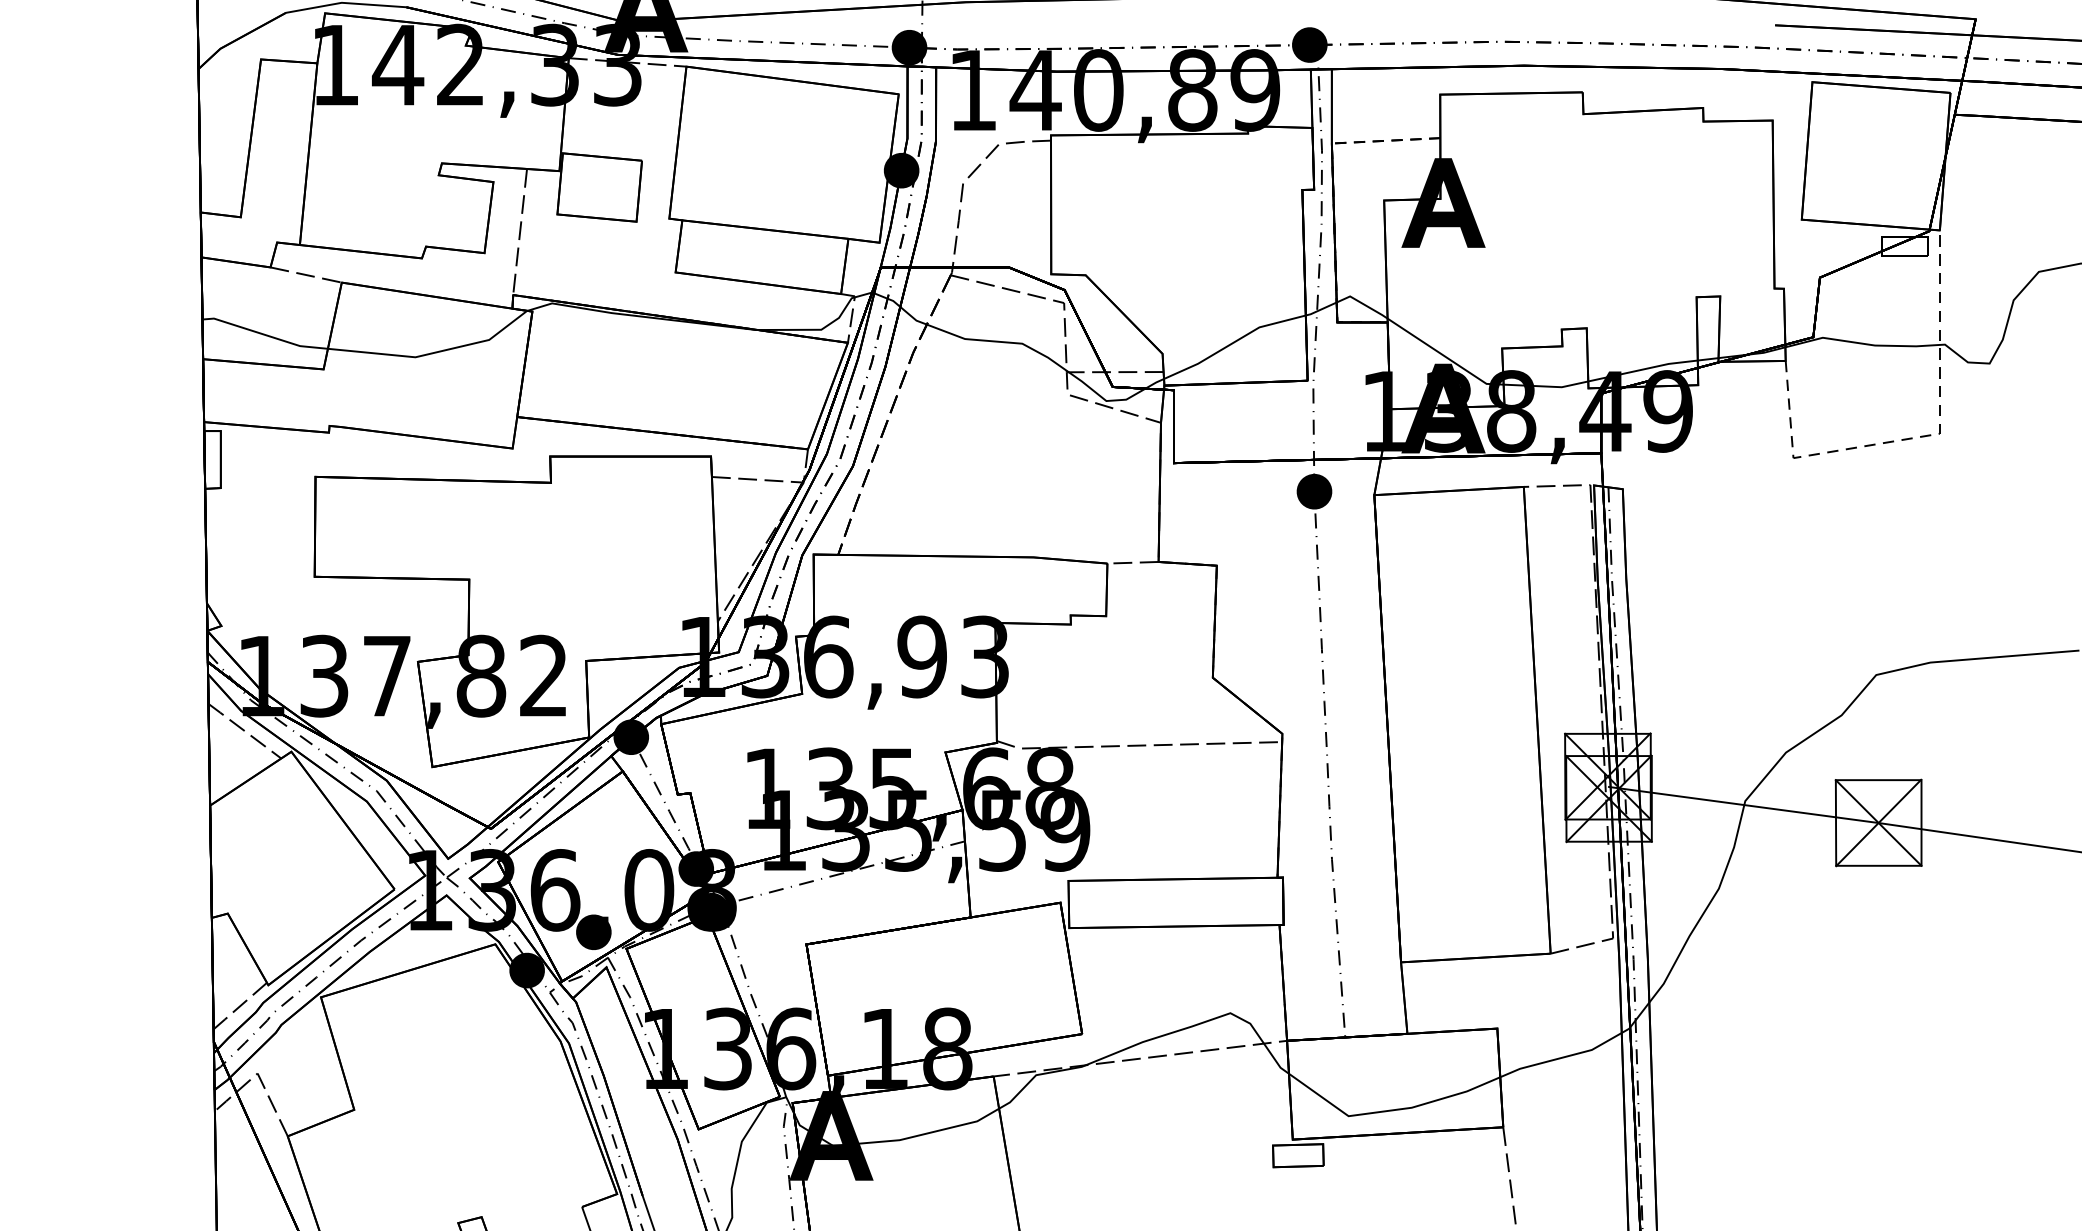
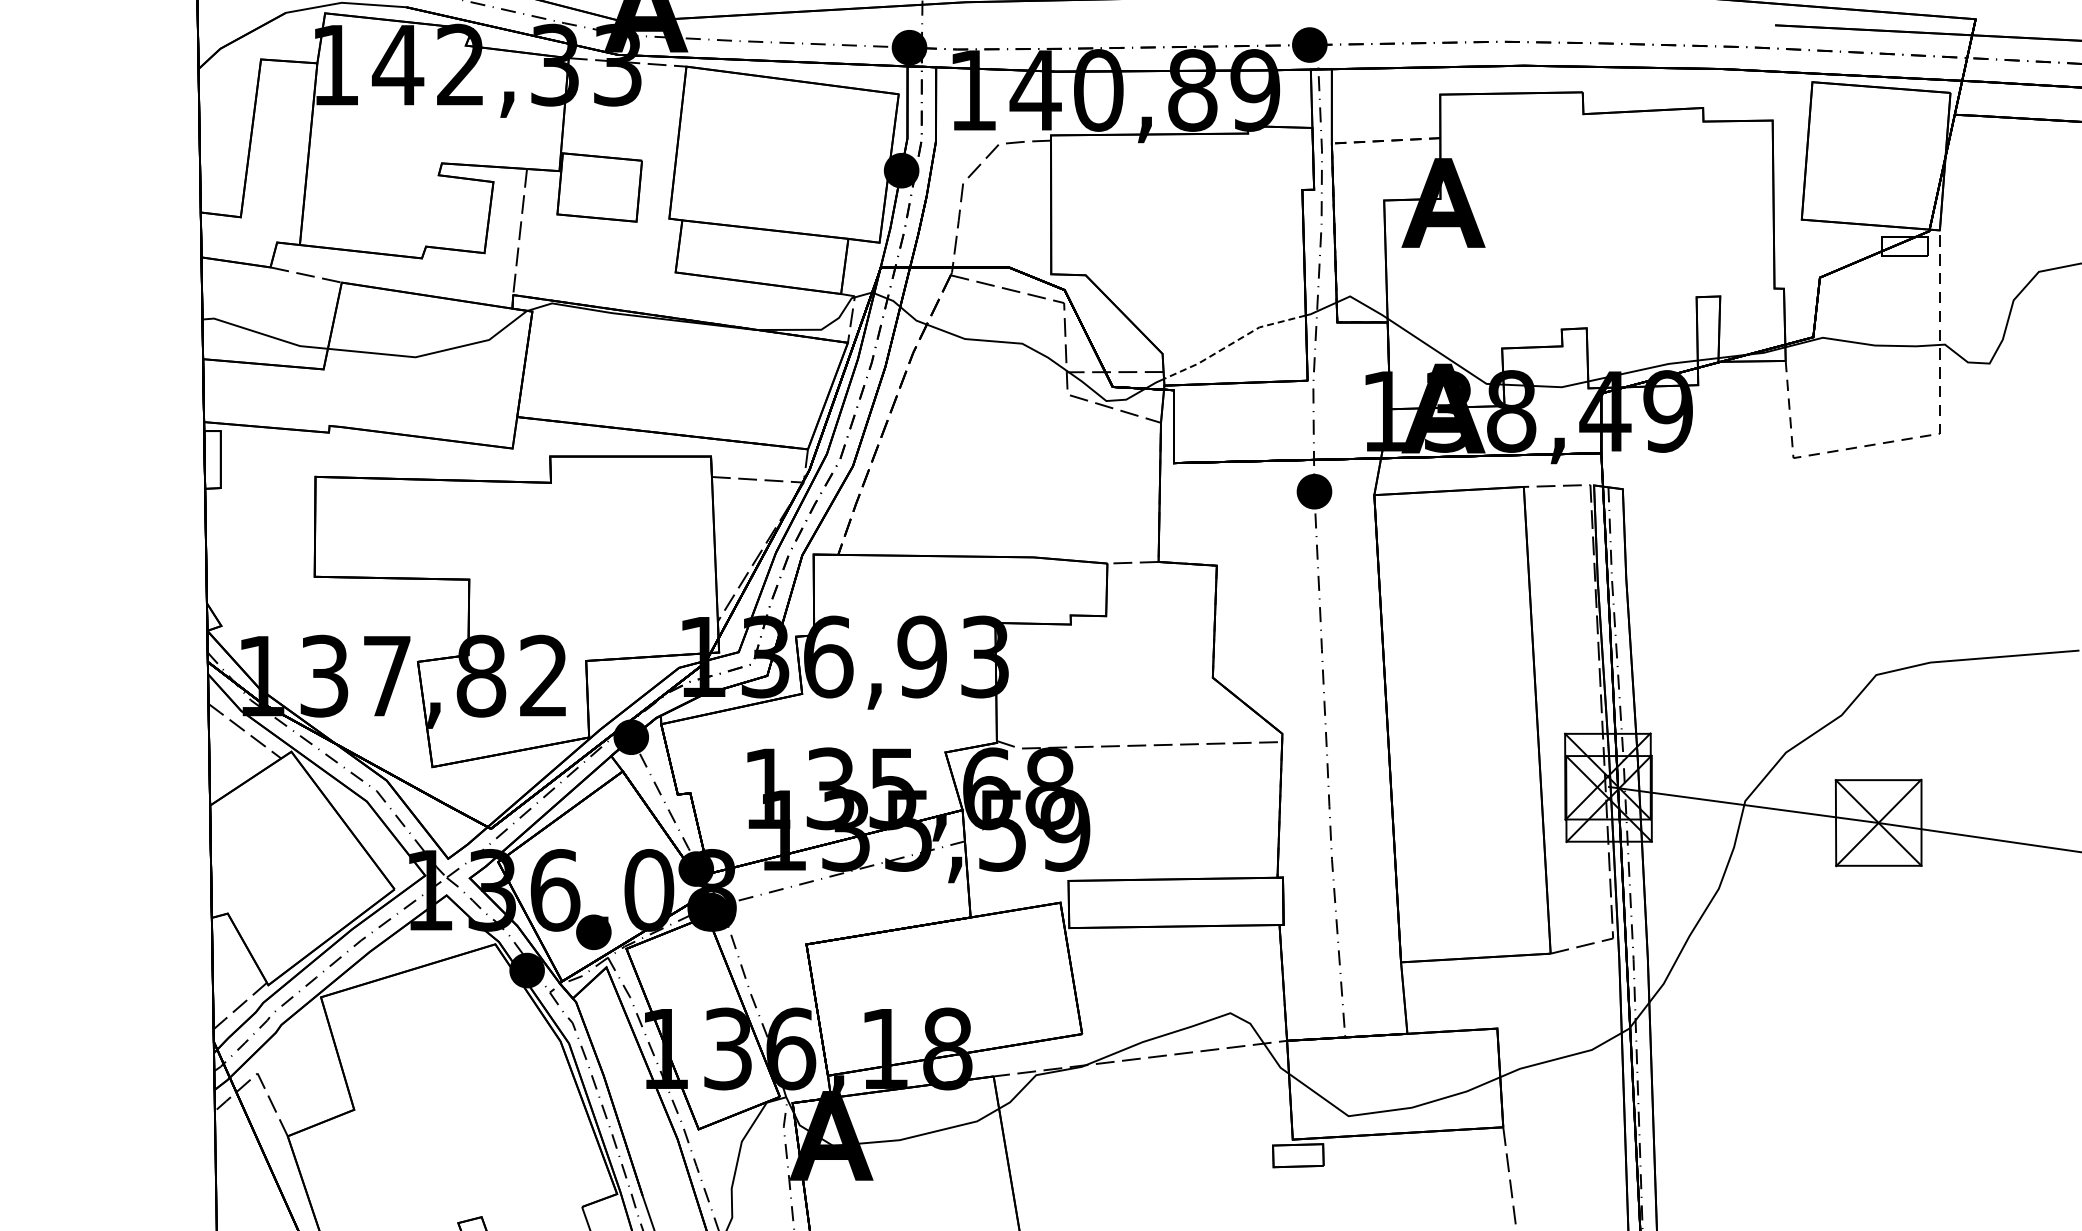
line at (1232, 343): solid -> dashed
